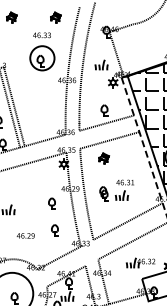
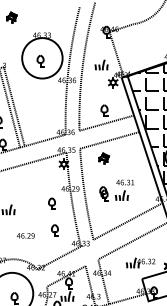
part at (55, 17): present -> none
circle at (42, 58) diameter: 24 px -> 40 px
line at (144, 146): dashed -> solid
